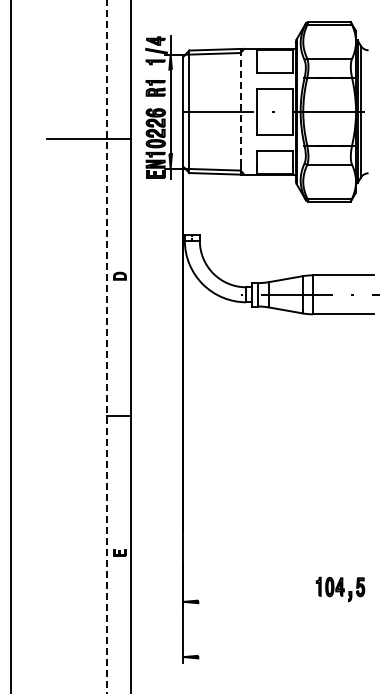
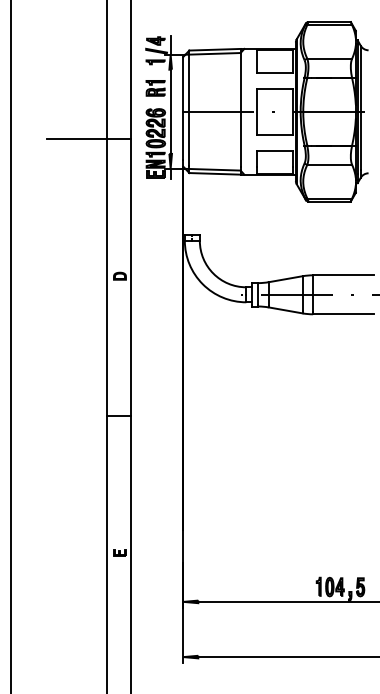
line at (240, 108): dashed -> solid
line at (107, 347): dashed -> solid
line at (287, 601): none -> present
line at (287, 657): none -> present
